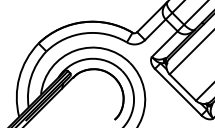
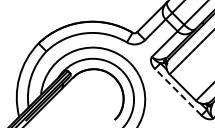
line at (178, 92): solid -> dashed
